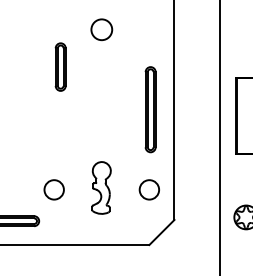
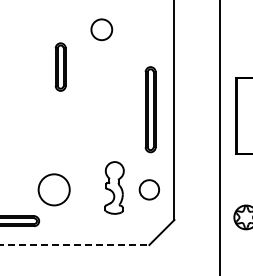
part at (101, 187) position: (101, 187) -> (114, 187)
circle at (53, 189) diameter: 19 px -> 31 px
line at (75, 245): solid -> dashed
